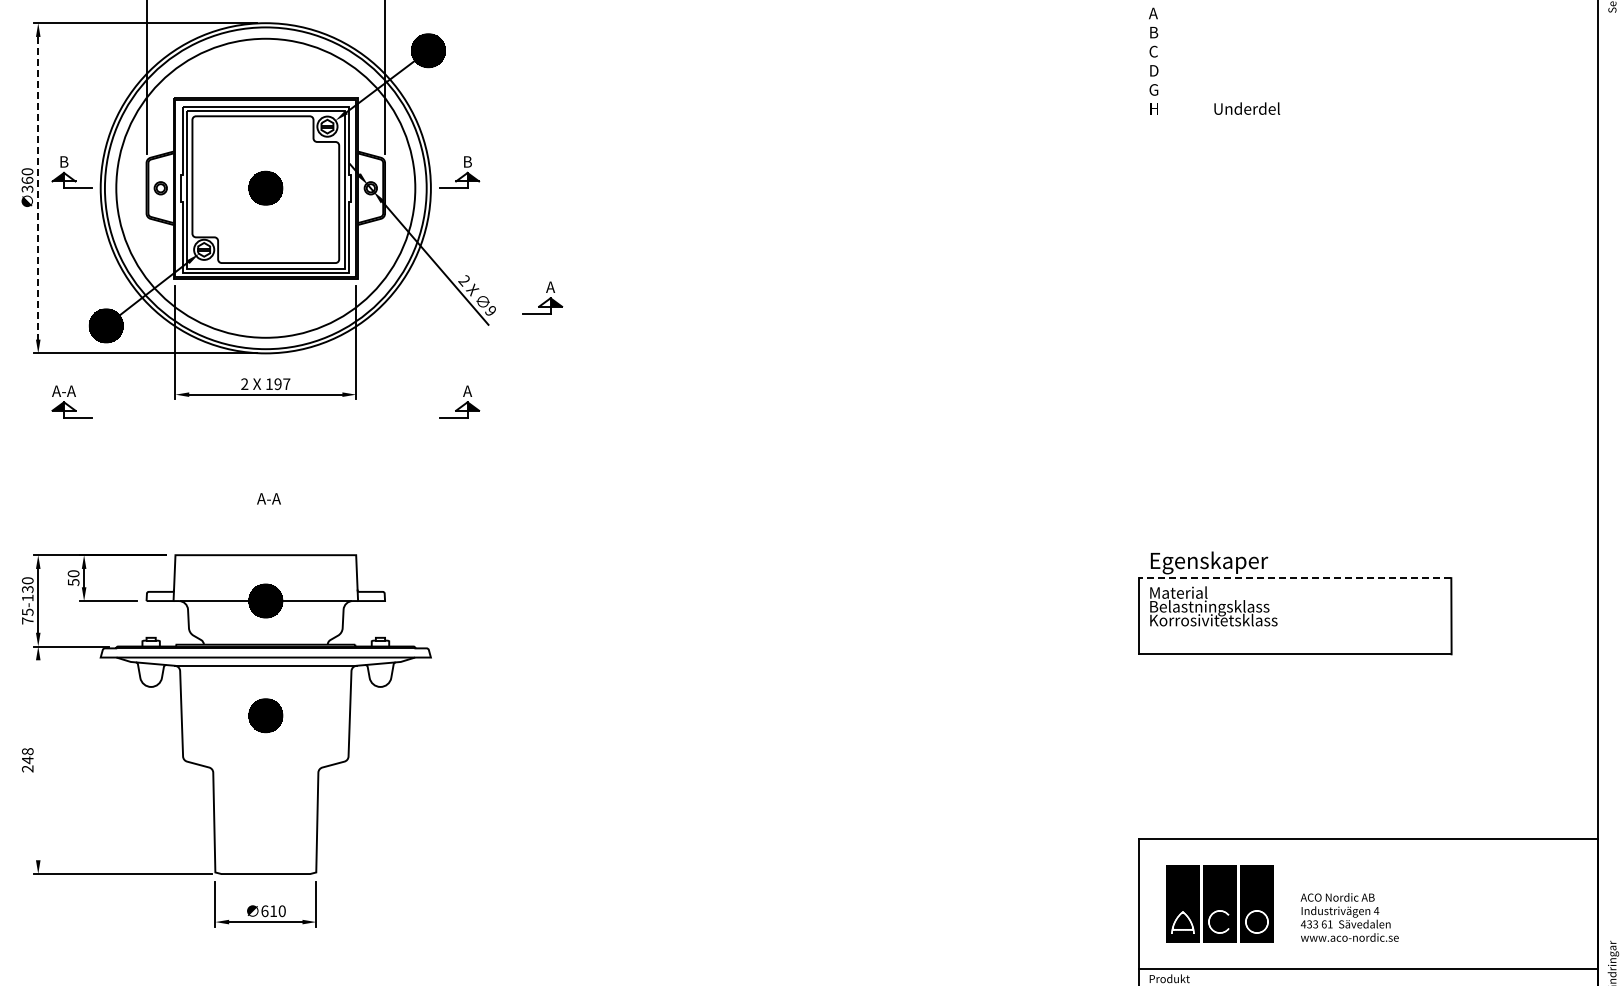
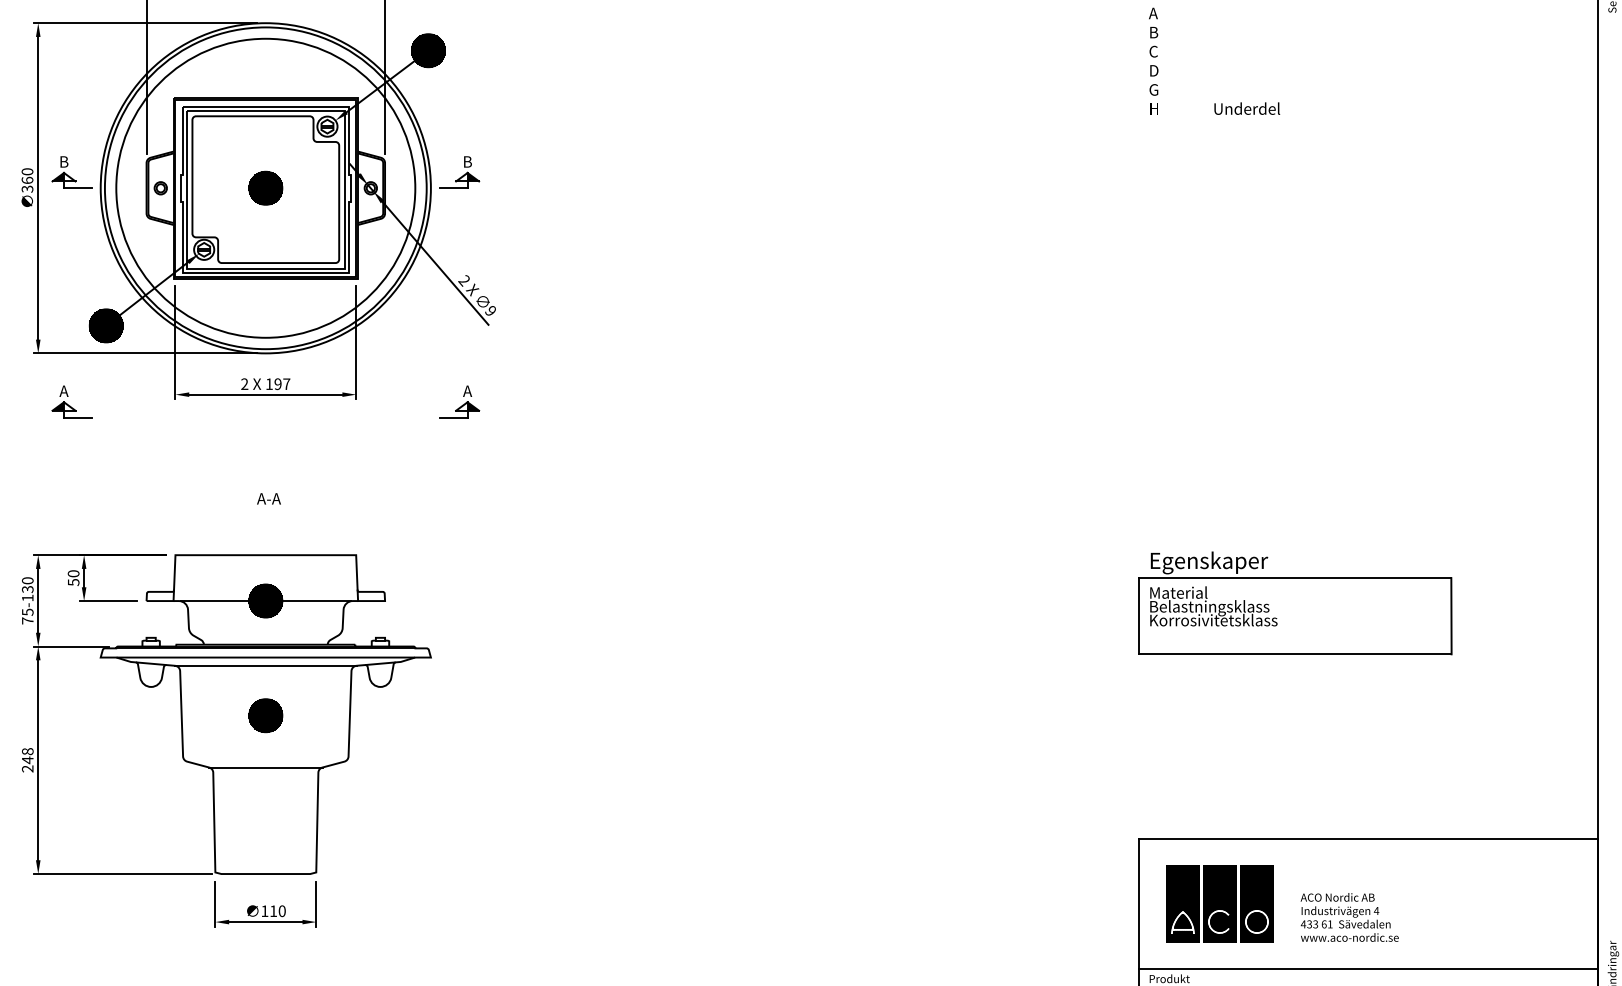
line at (38, 188): dashed -> solid
part at (542, 297): present -> none
text at (63, 390): A-A -> A
line at (1295, 578): dashed -> solid
line at (38, 760): none -> present
line at (265, 767): none -> present
text at (264, 911): 610 -> 110
